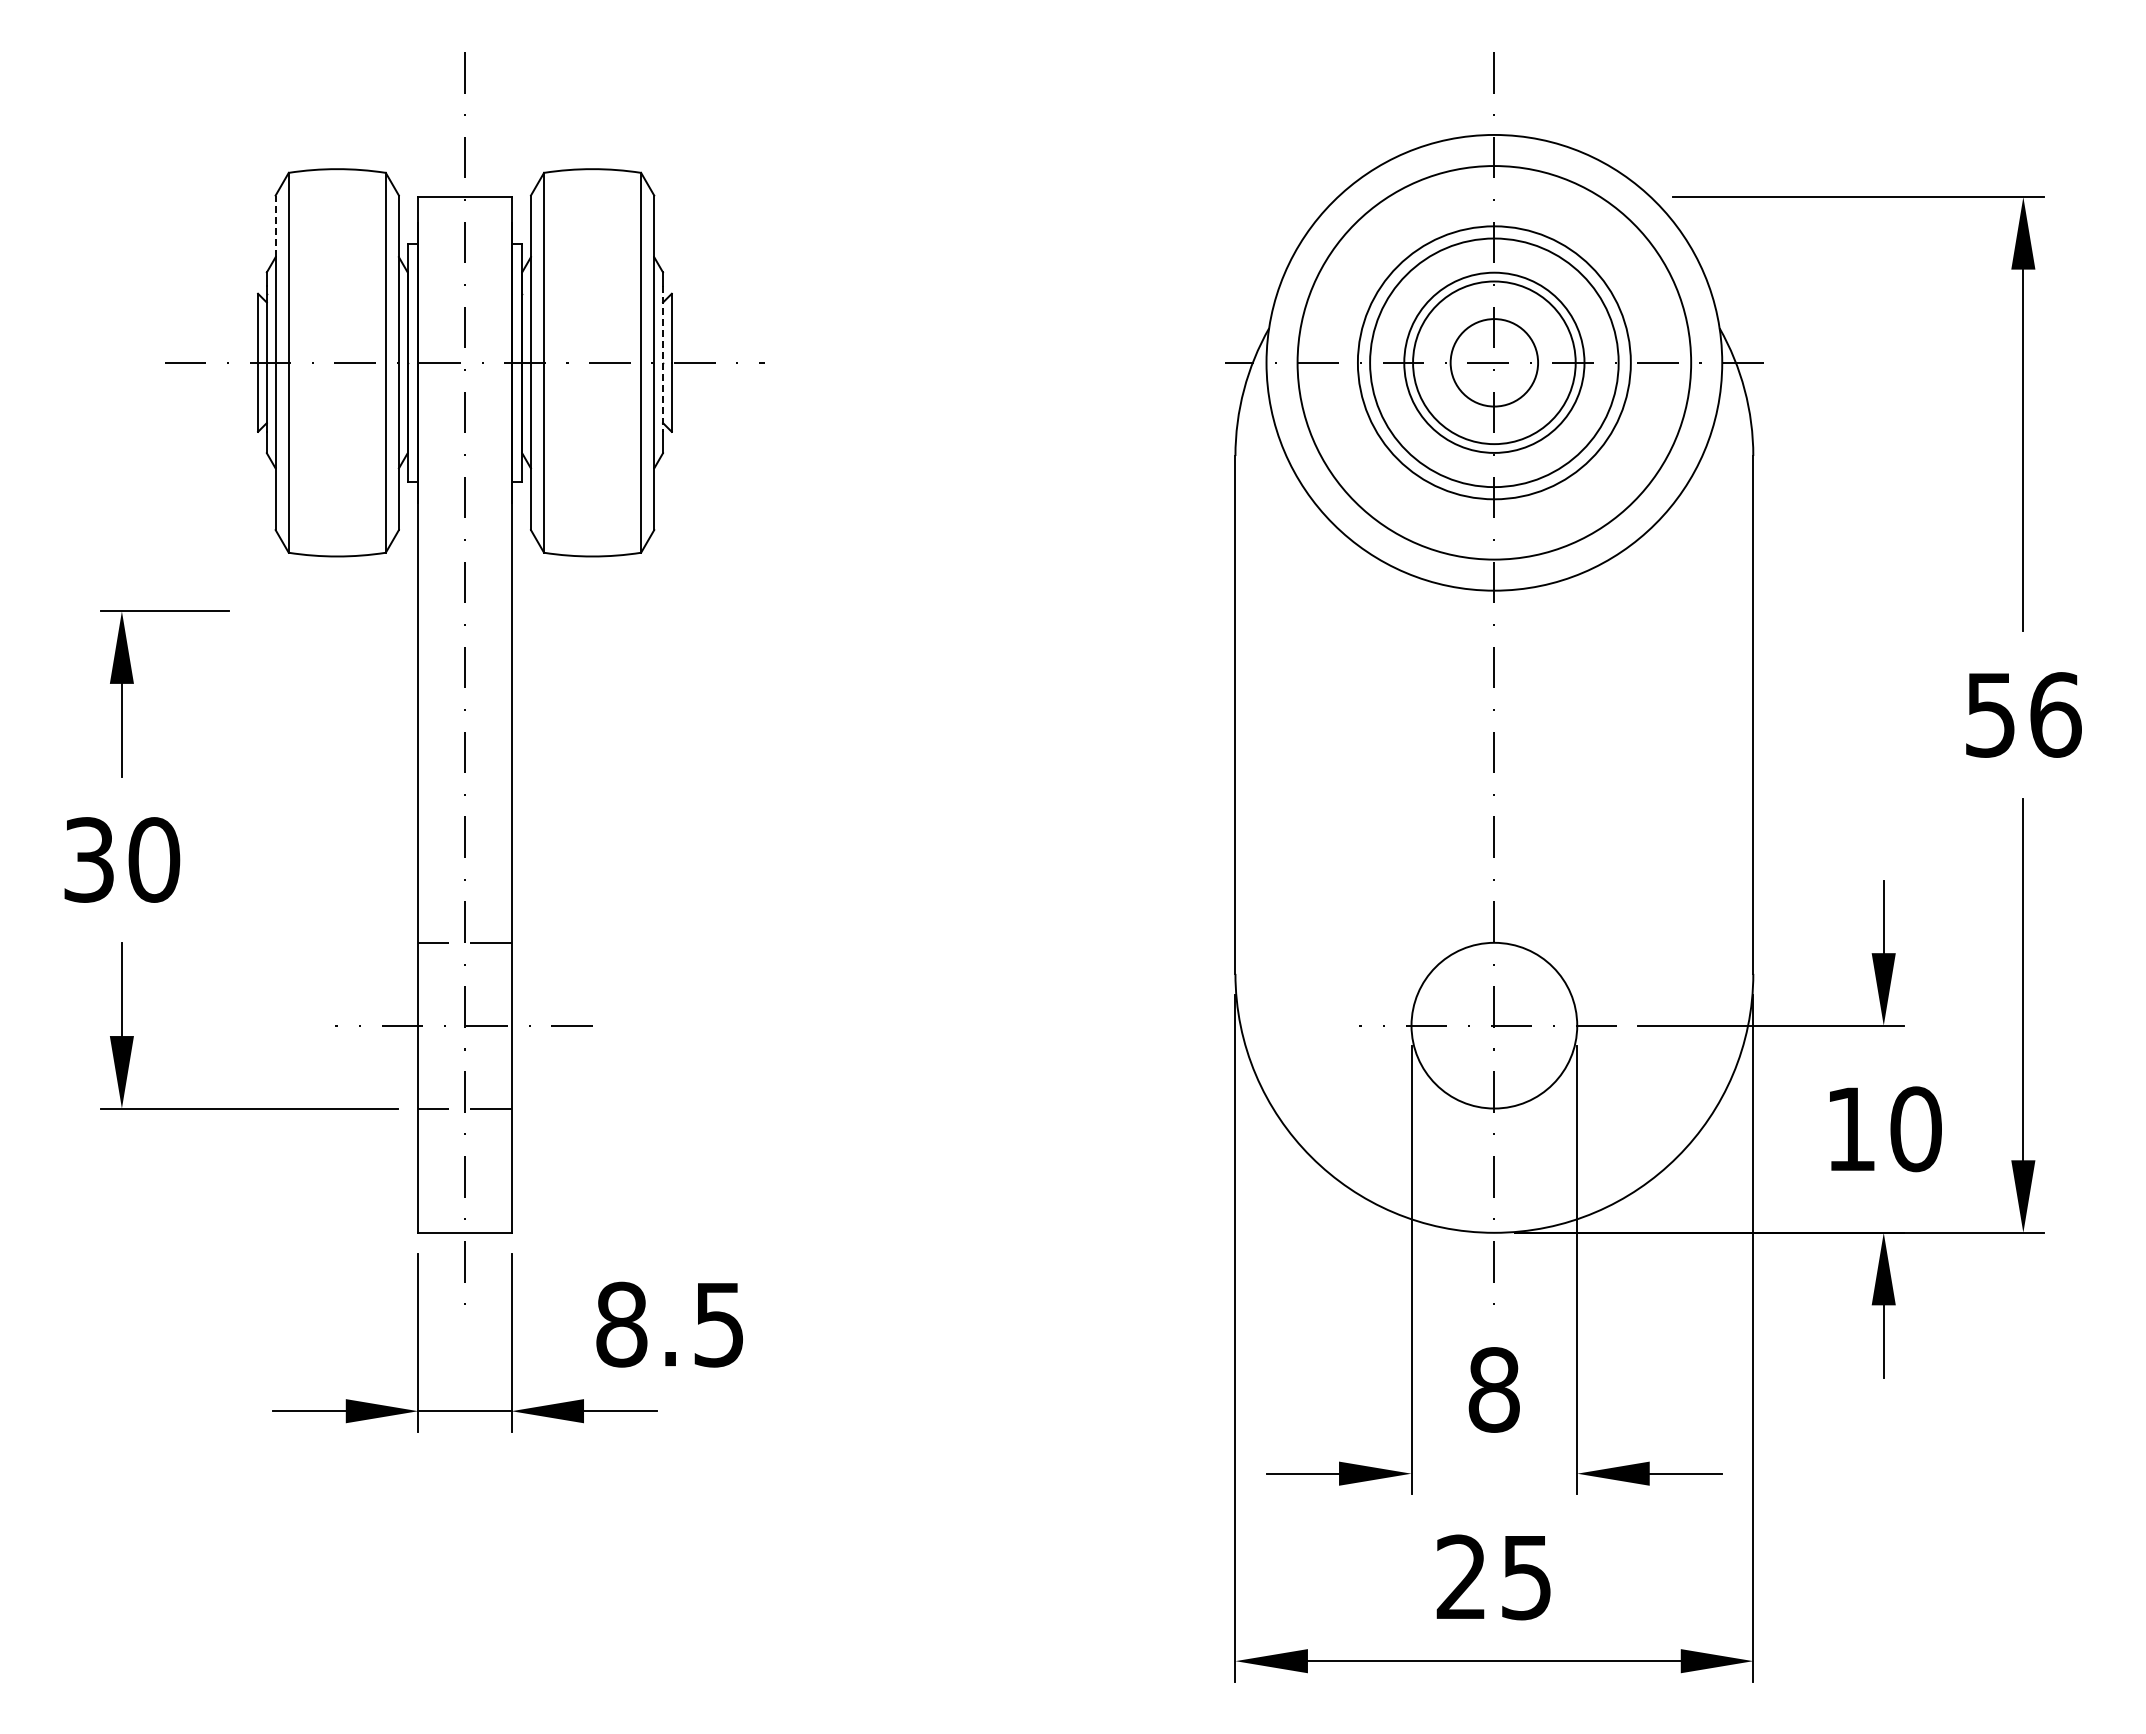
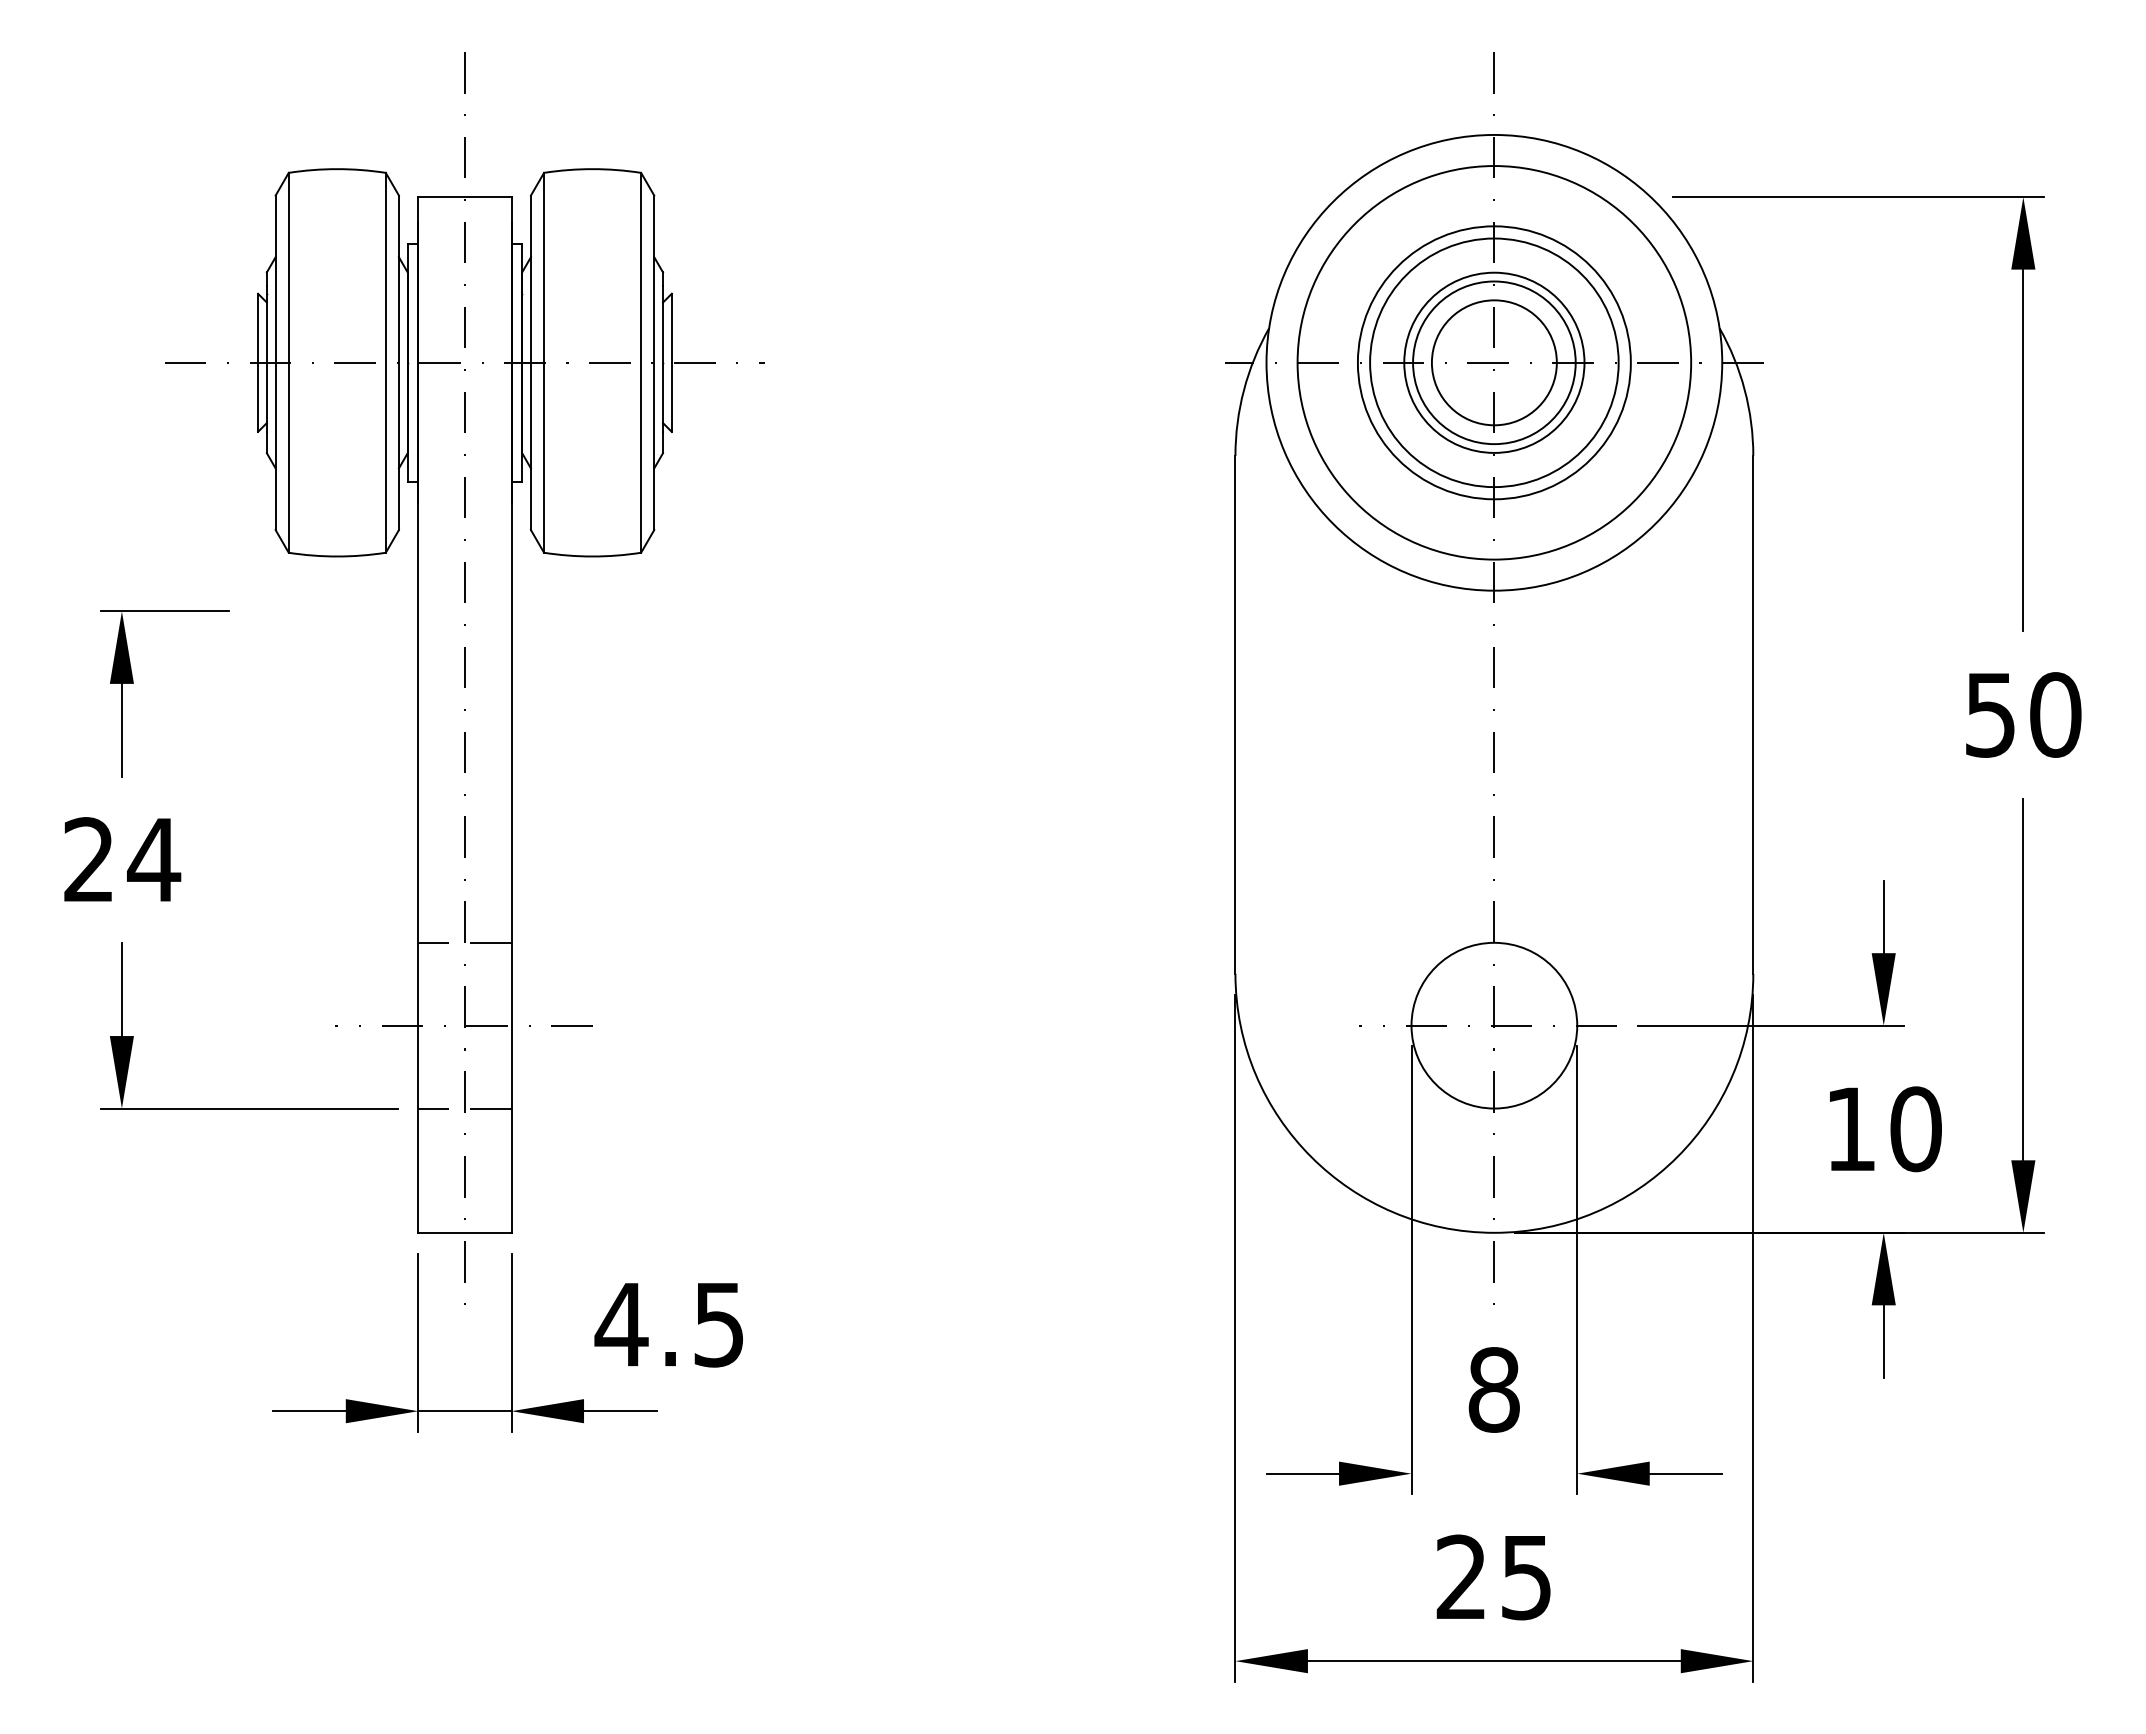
line at (275, 226): dashed -> solid
line at (663, 359): dashed -> solid
circle at (1494, 362) diameter: 87 px -> 125 px
text at (2055, 714): 56 -> 50
text at (122, 859): 30 -> 24
text at (621, 1324): 8.5 -> 4.5
